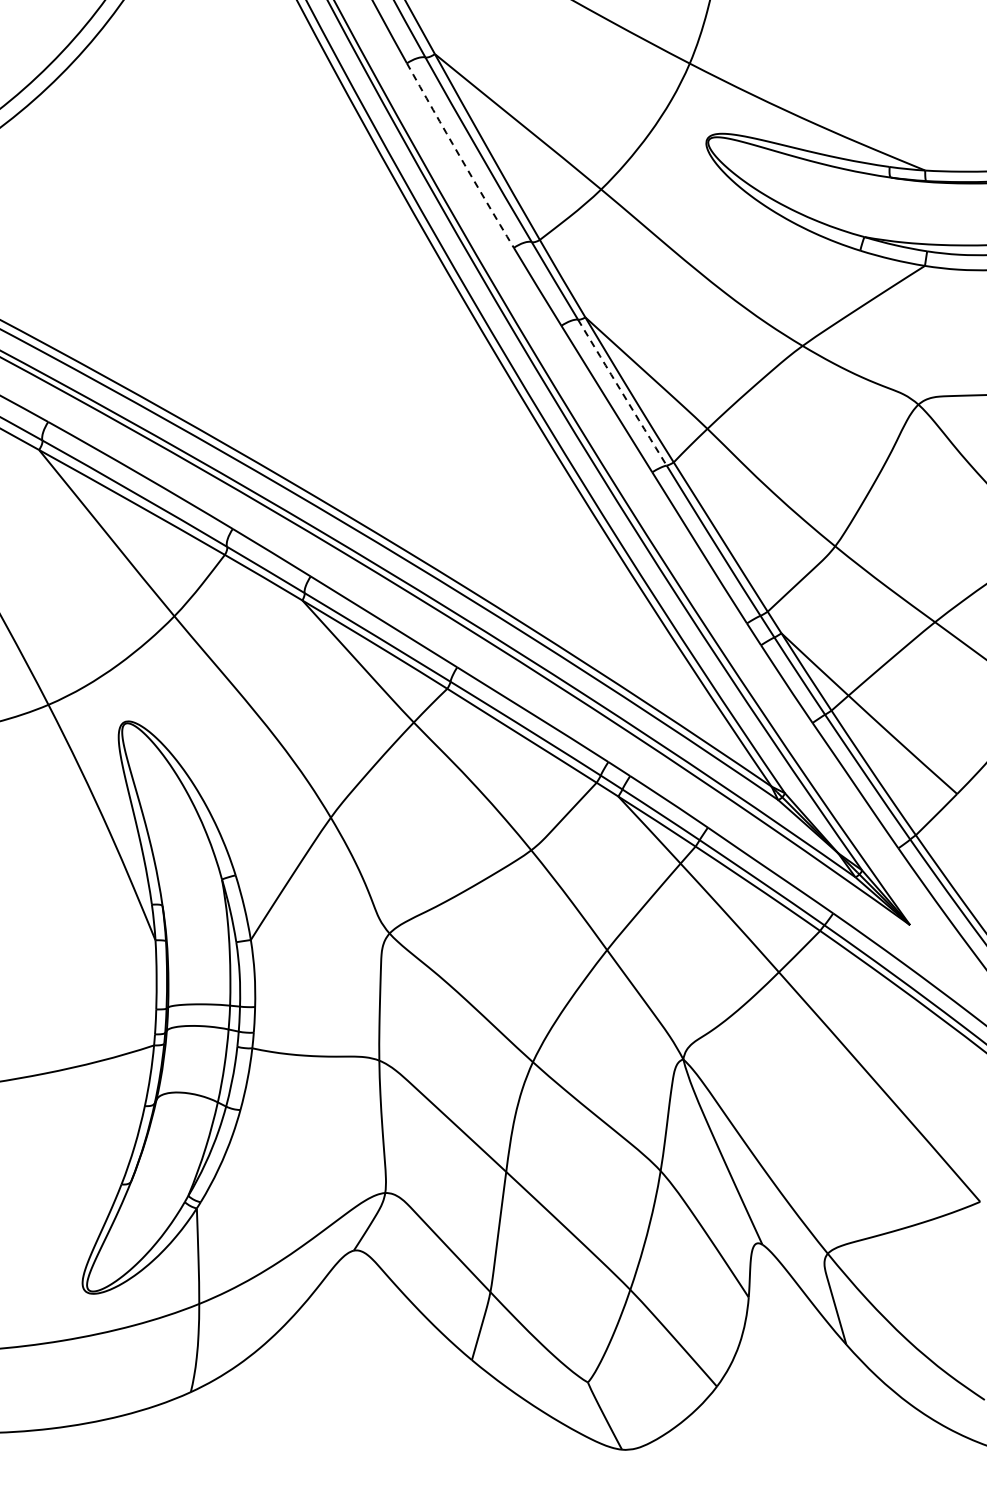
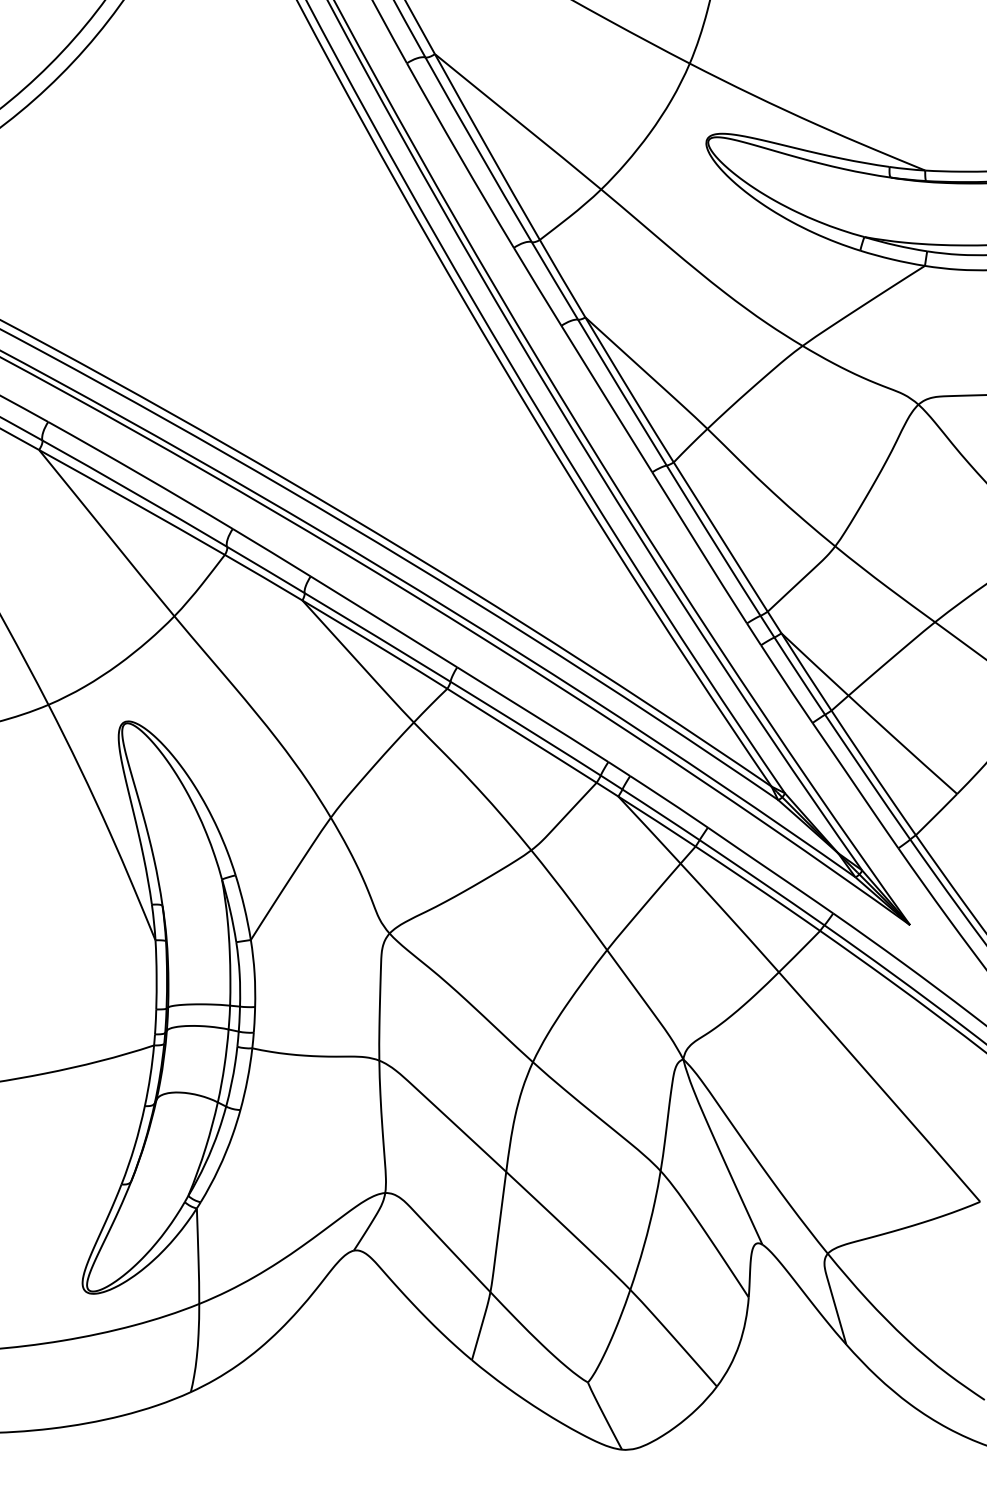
arc at (459, 156): dashed -> solid
arc at (622, 392): dashed -> solid
